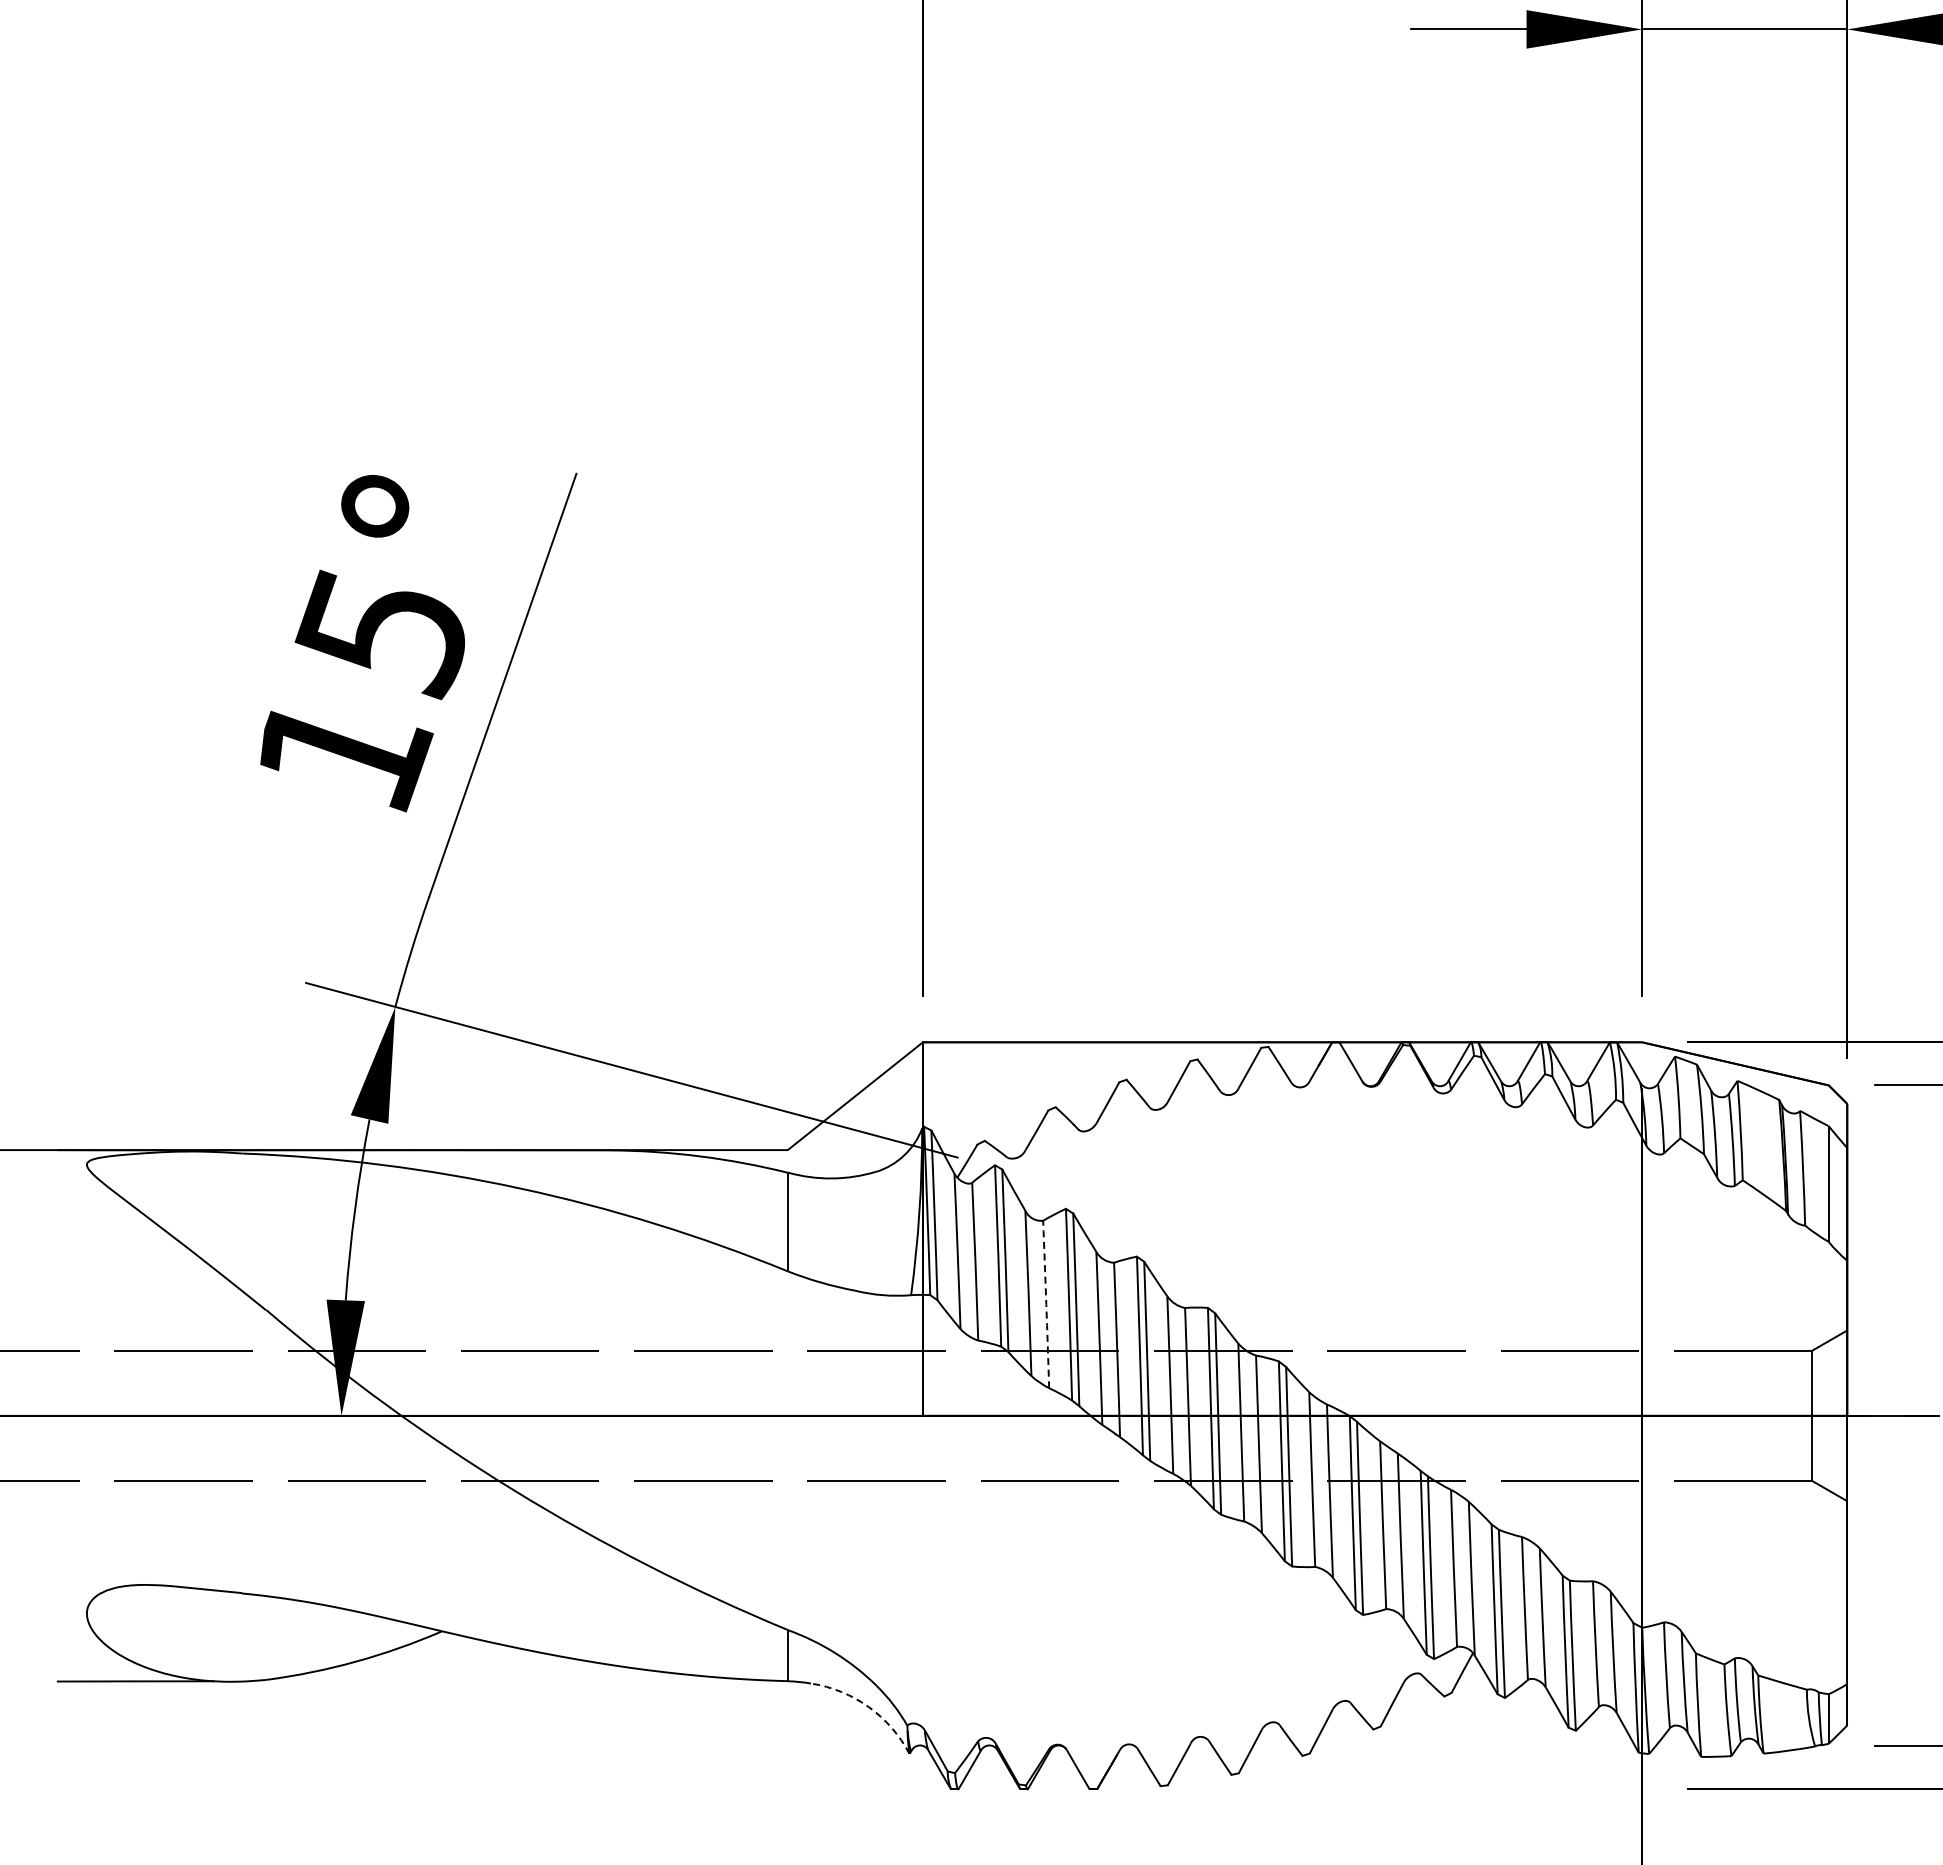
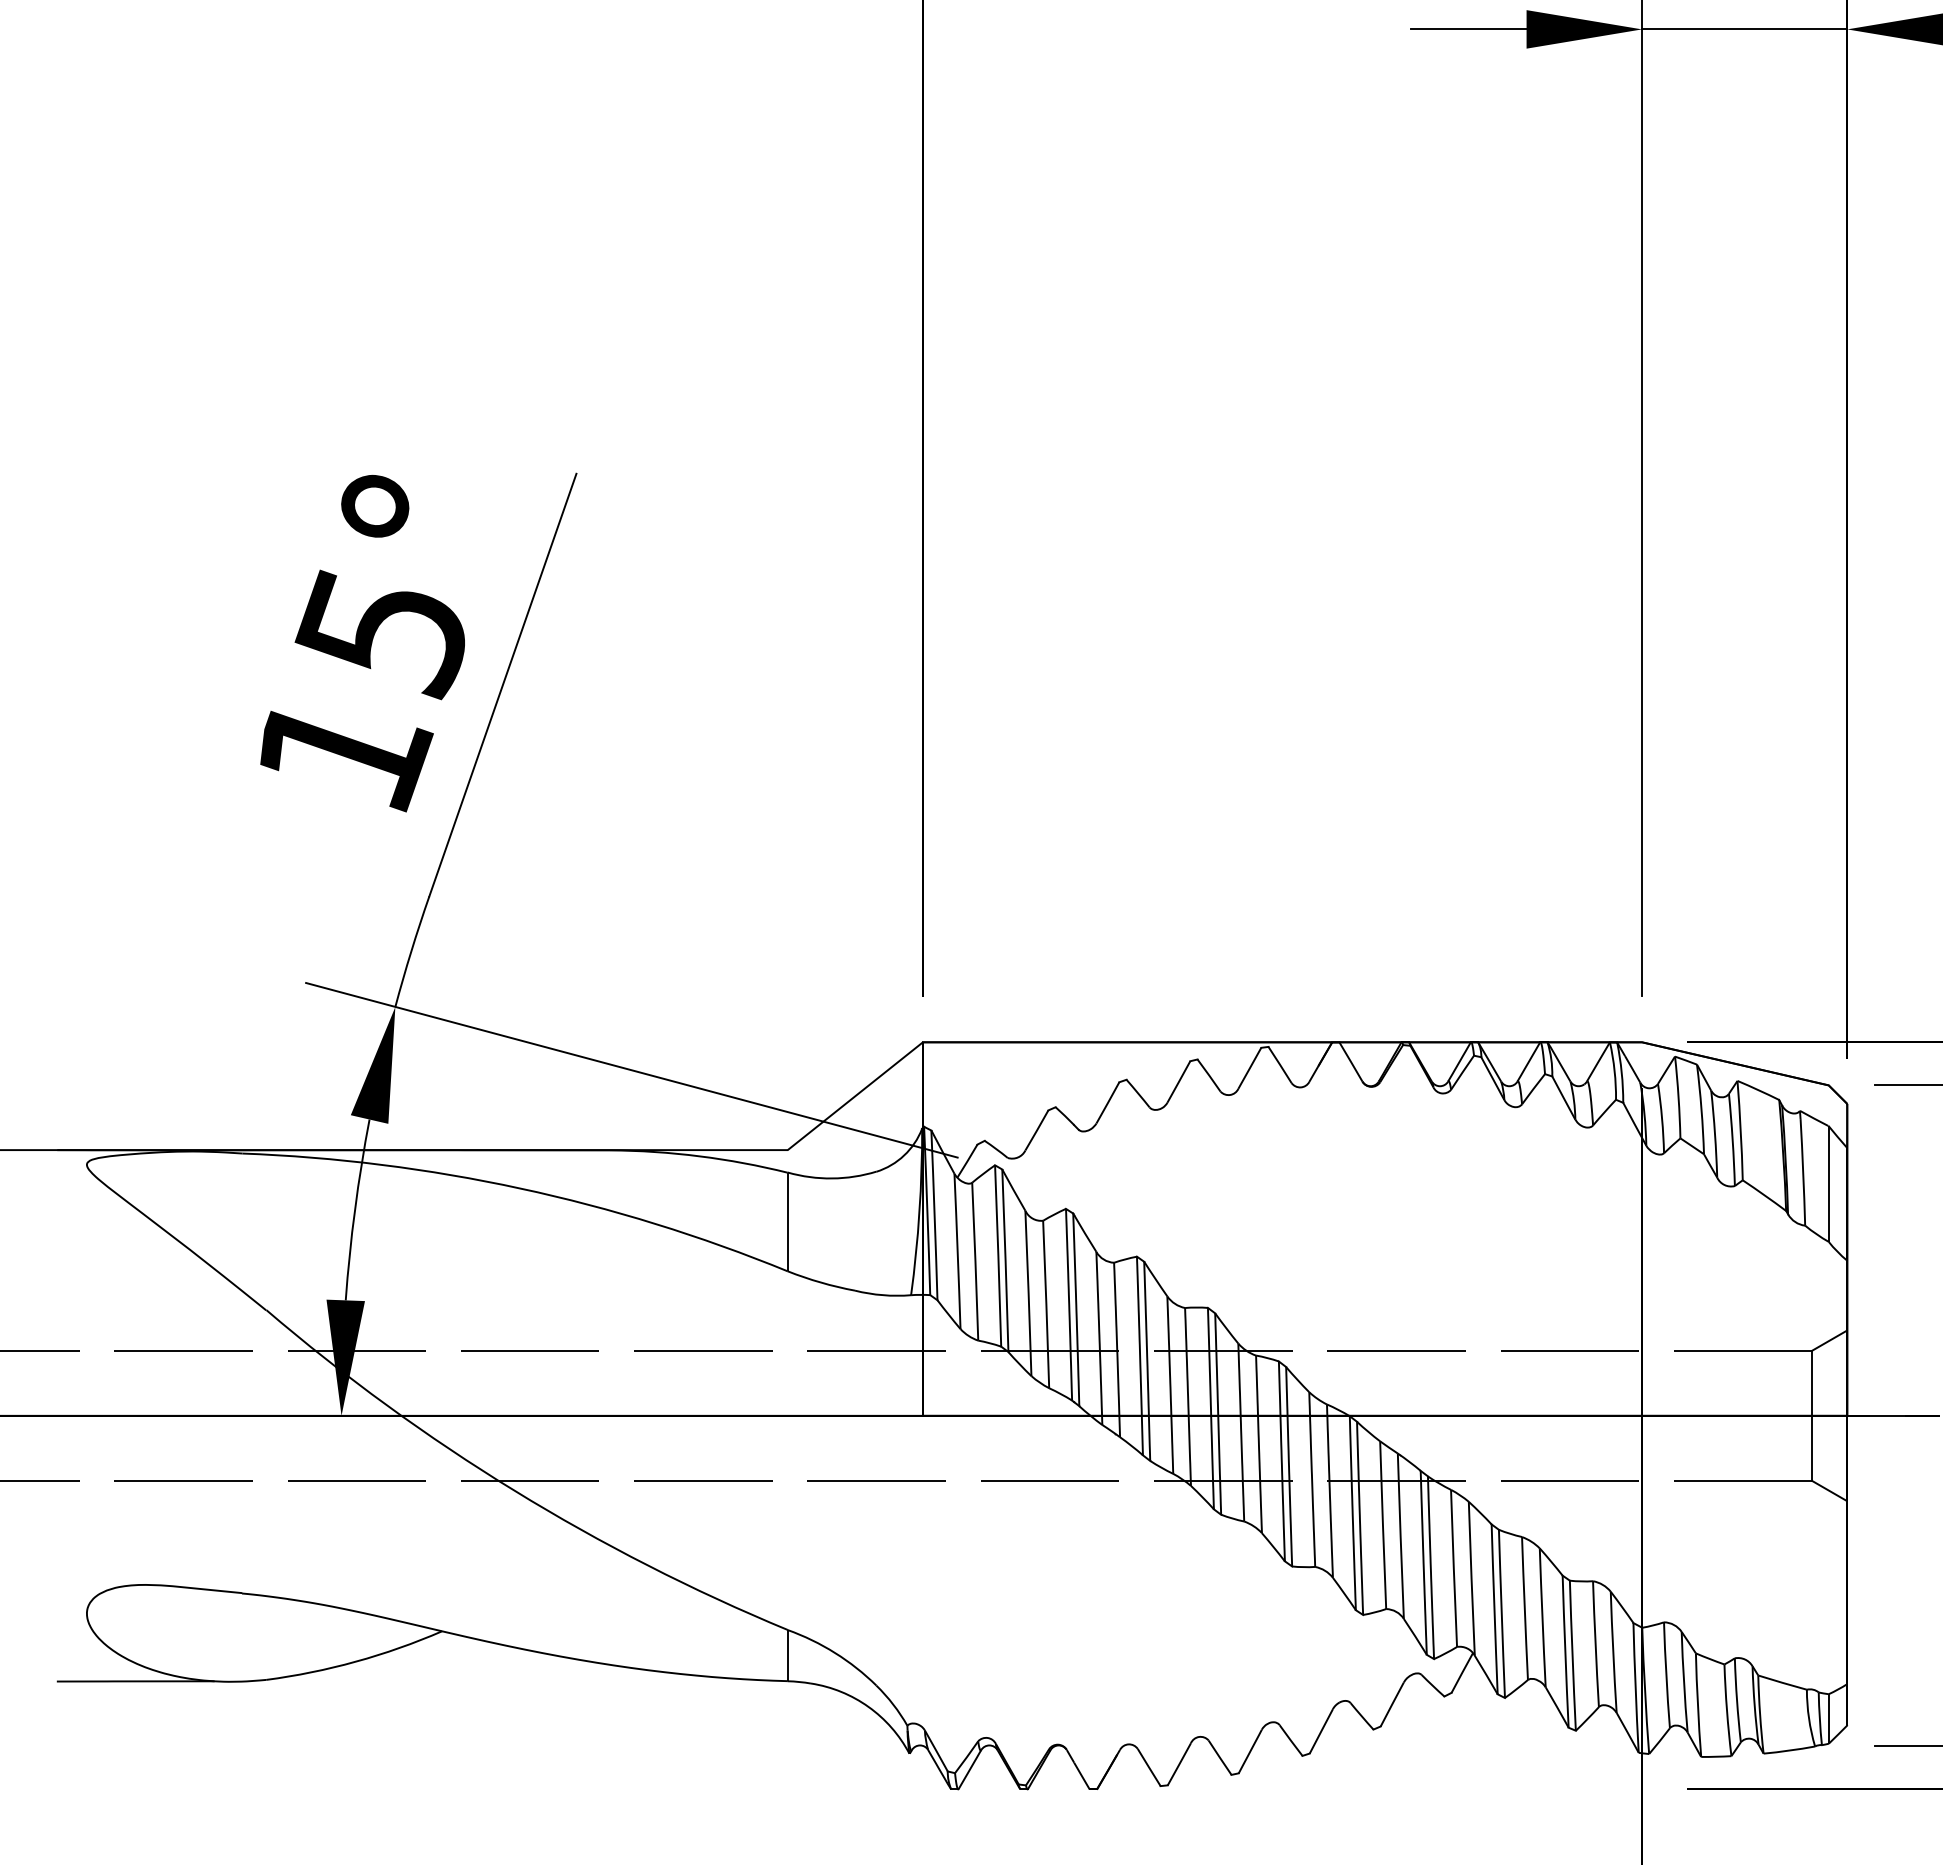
arc at (1046, 1304): dashed -> solid
arc at (868, 1706): dashed -> solid
